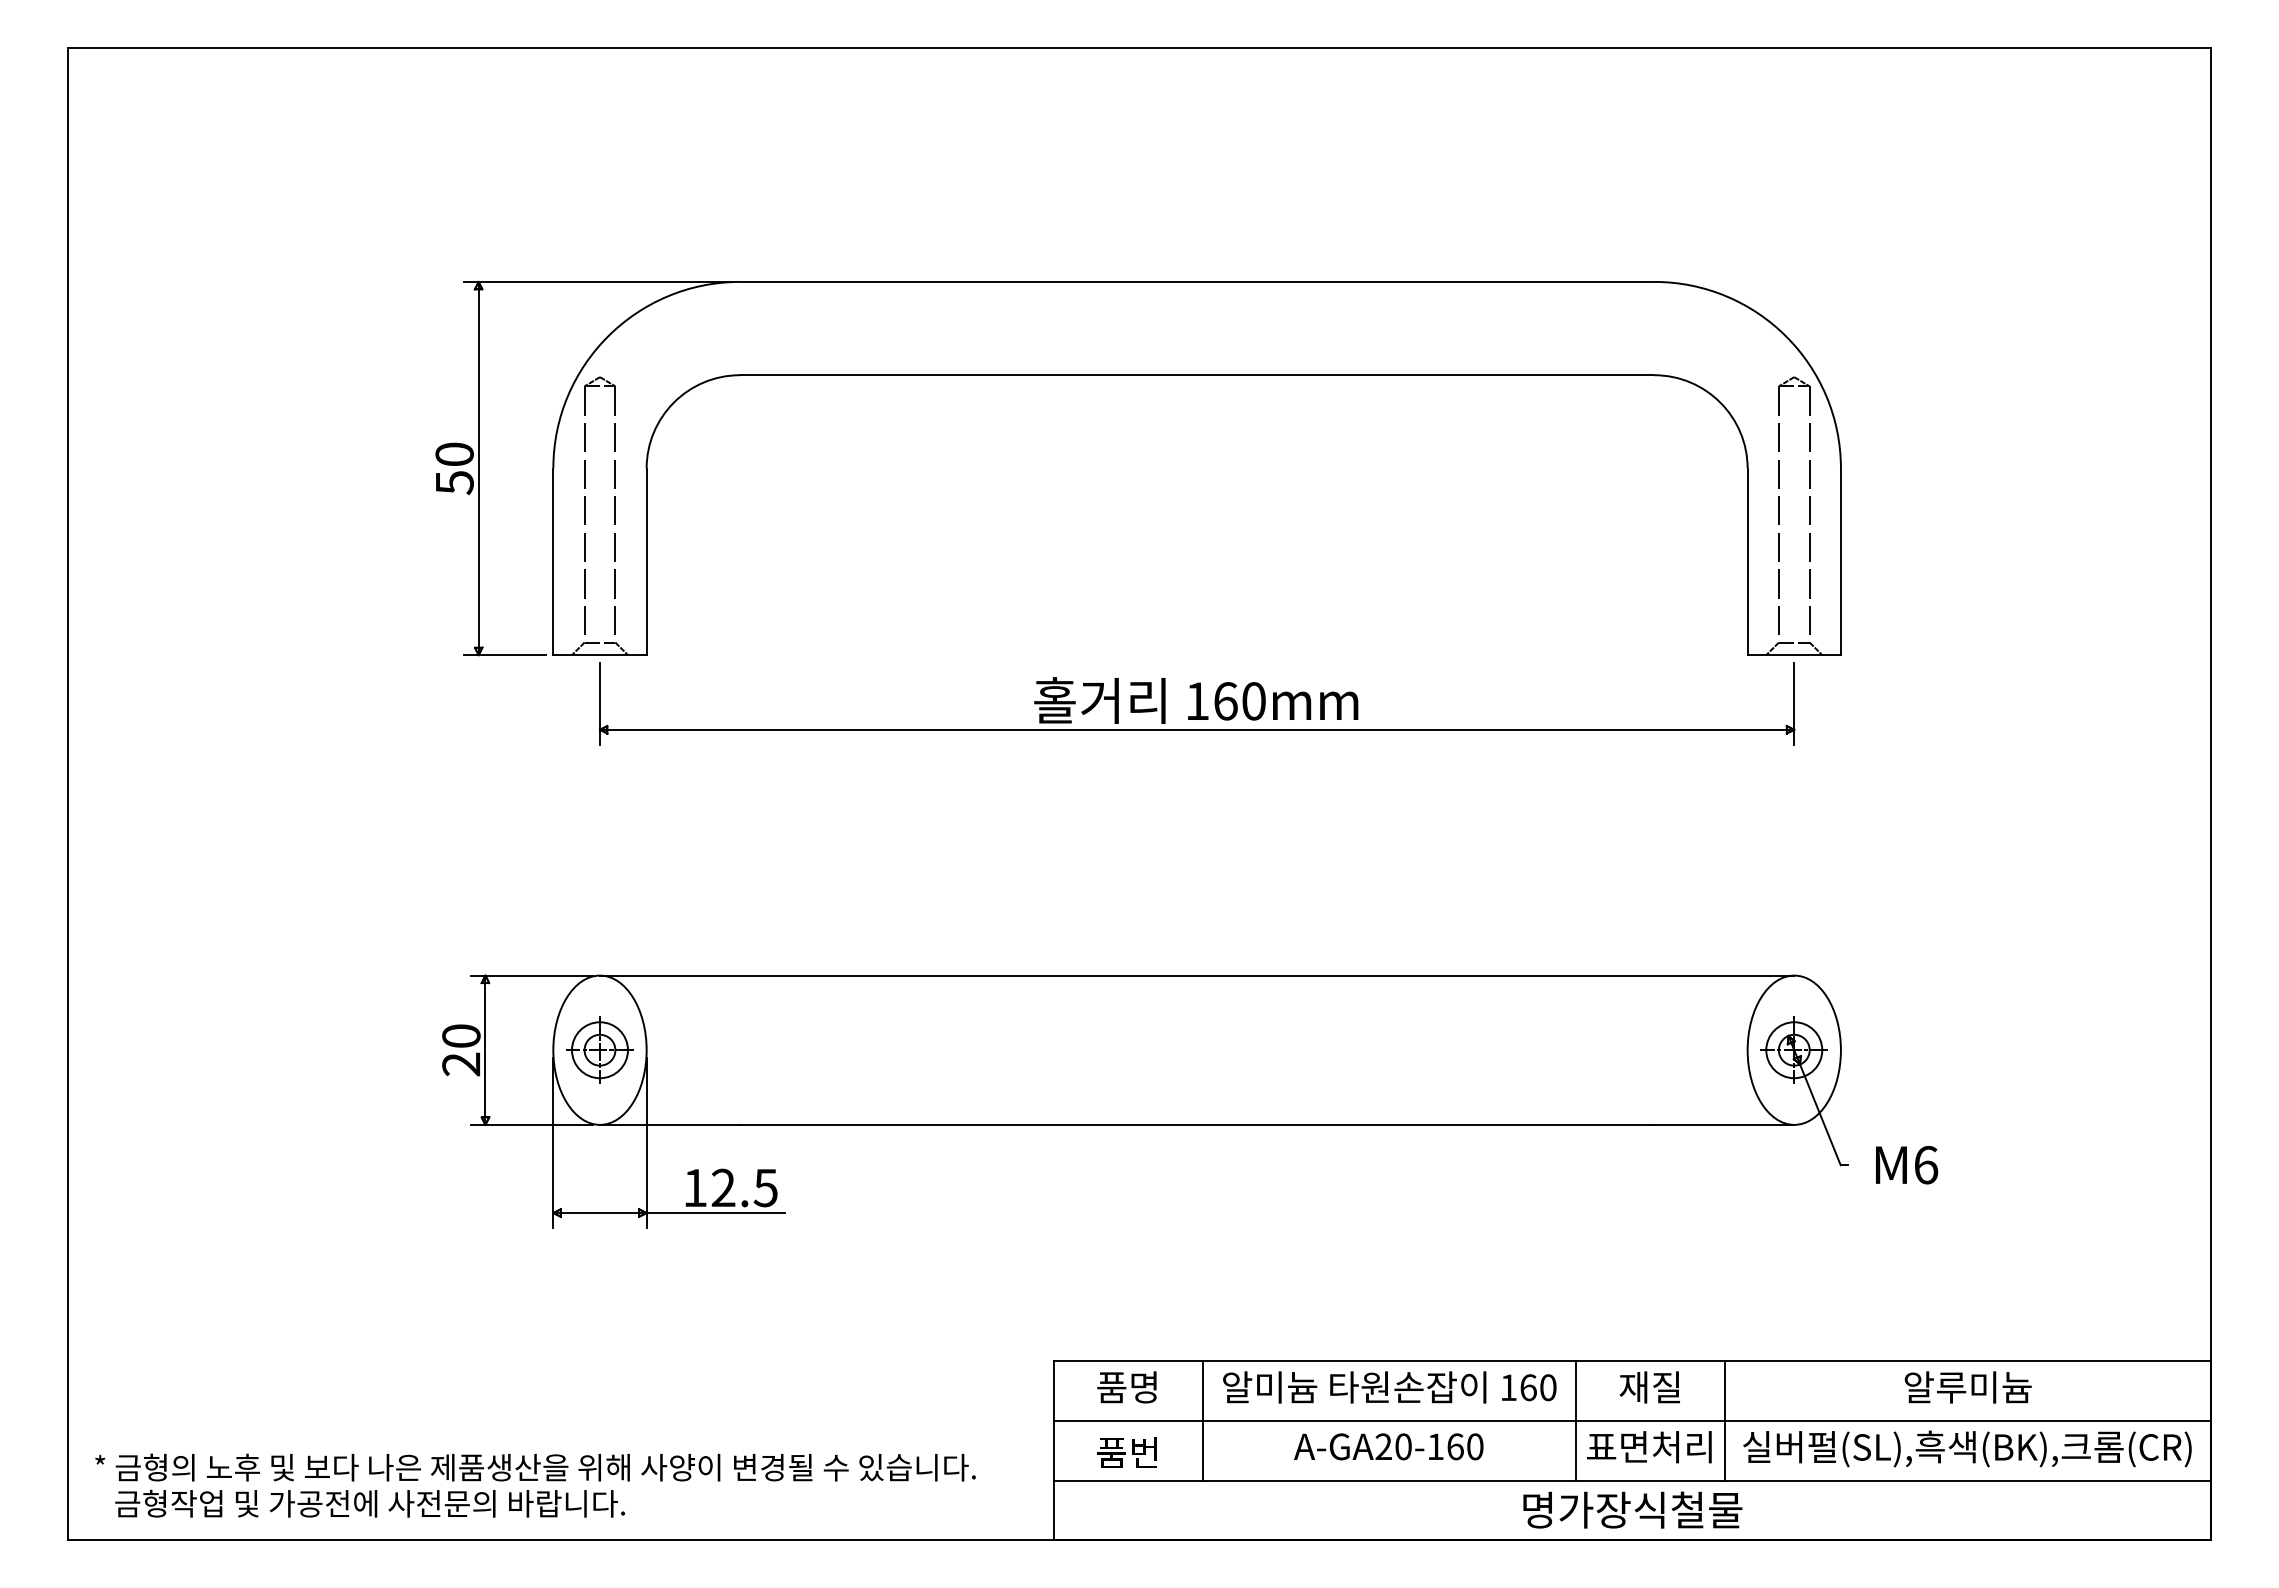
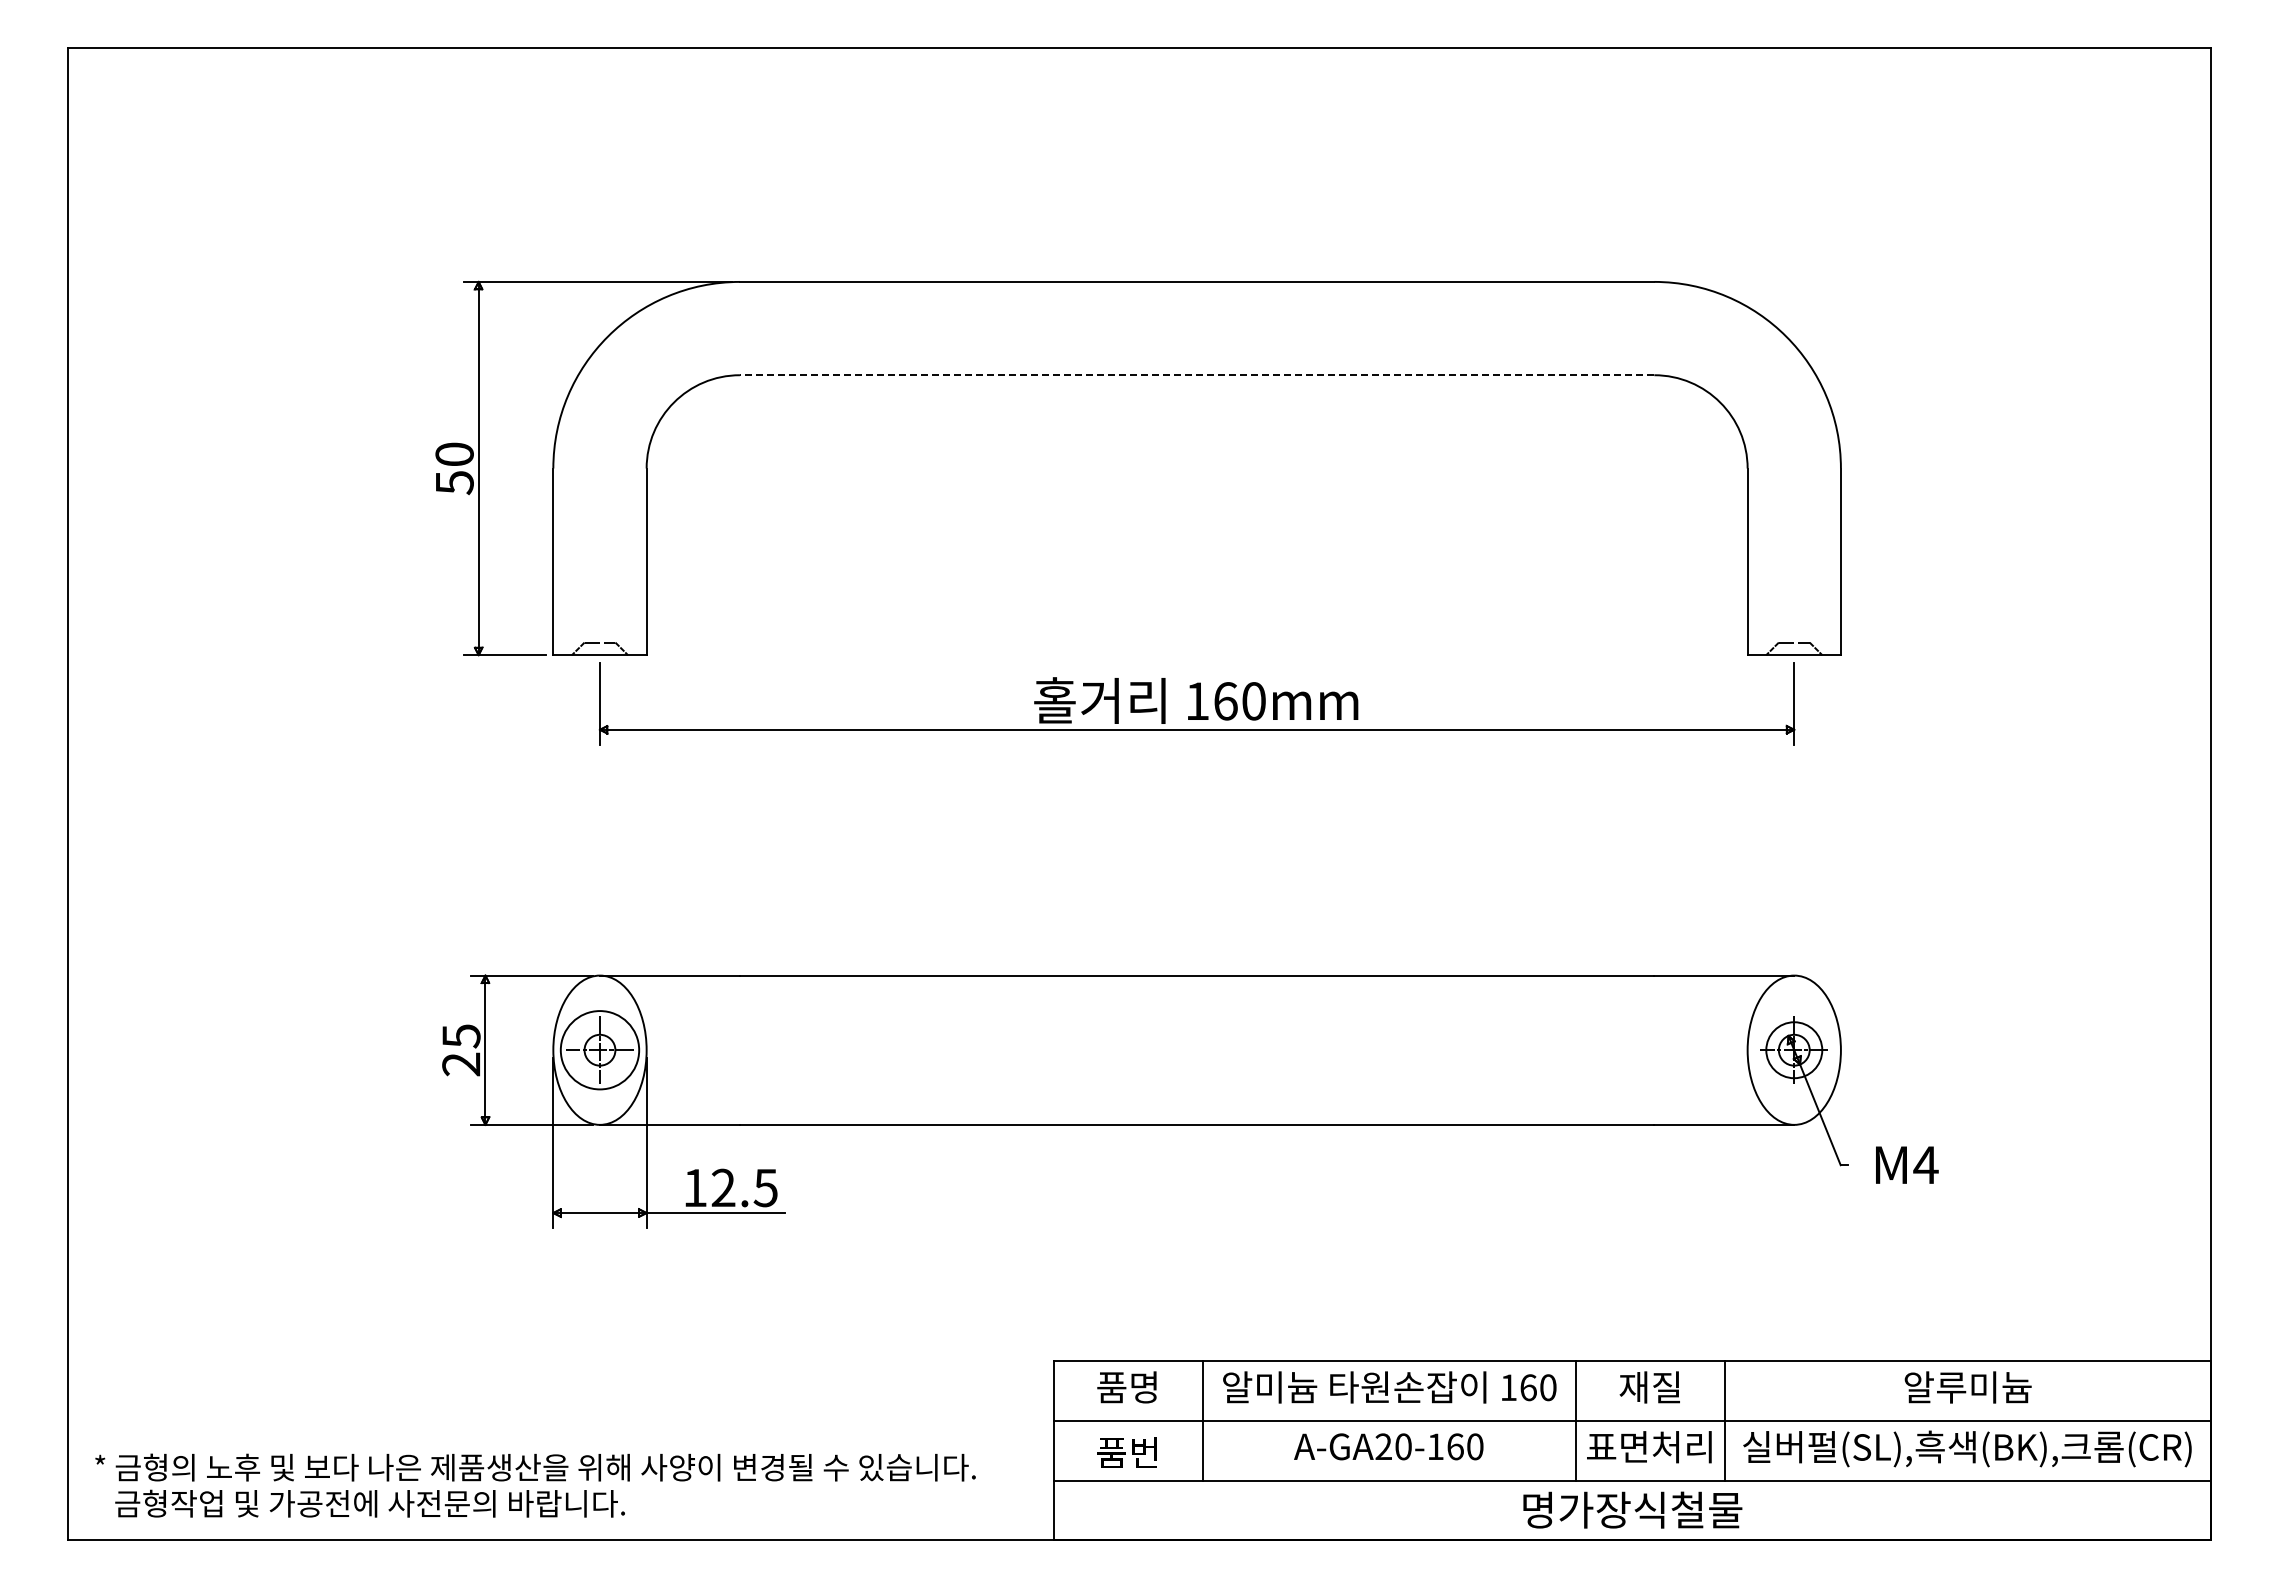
line at (1196, 375): solid -> dashed
part at (585, 505): present -> none
part at (1779, 505): present -> none
text at (461, 1036): 20 -> 25
circle at (599, 1050) diameter: 56 px -> 78 px
text at (1925, 1164): M6 -> M4
